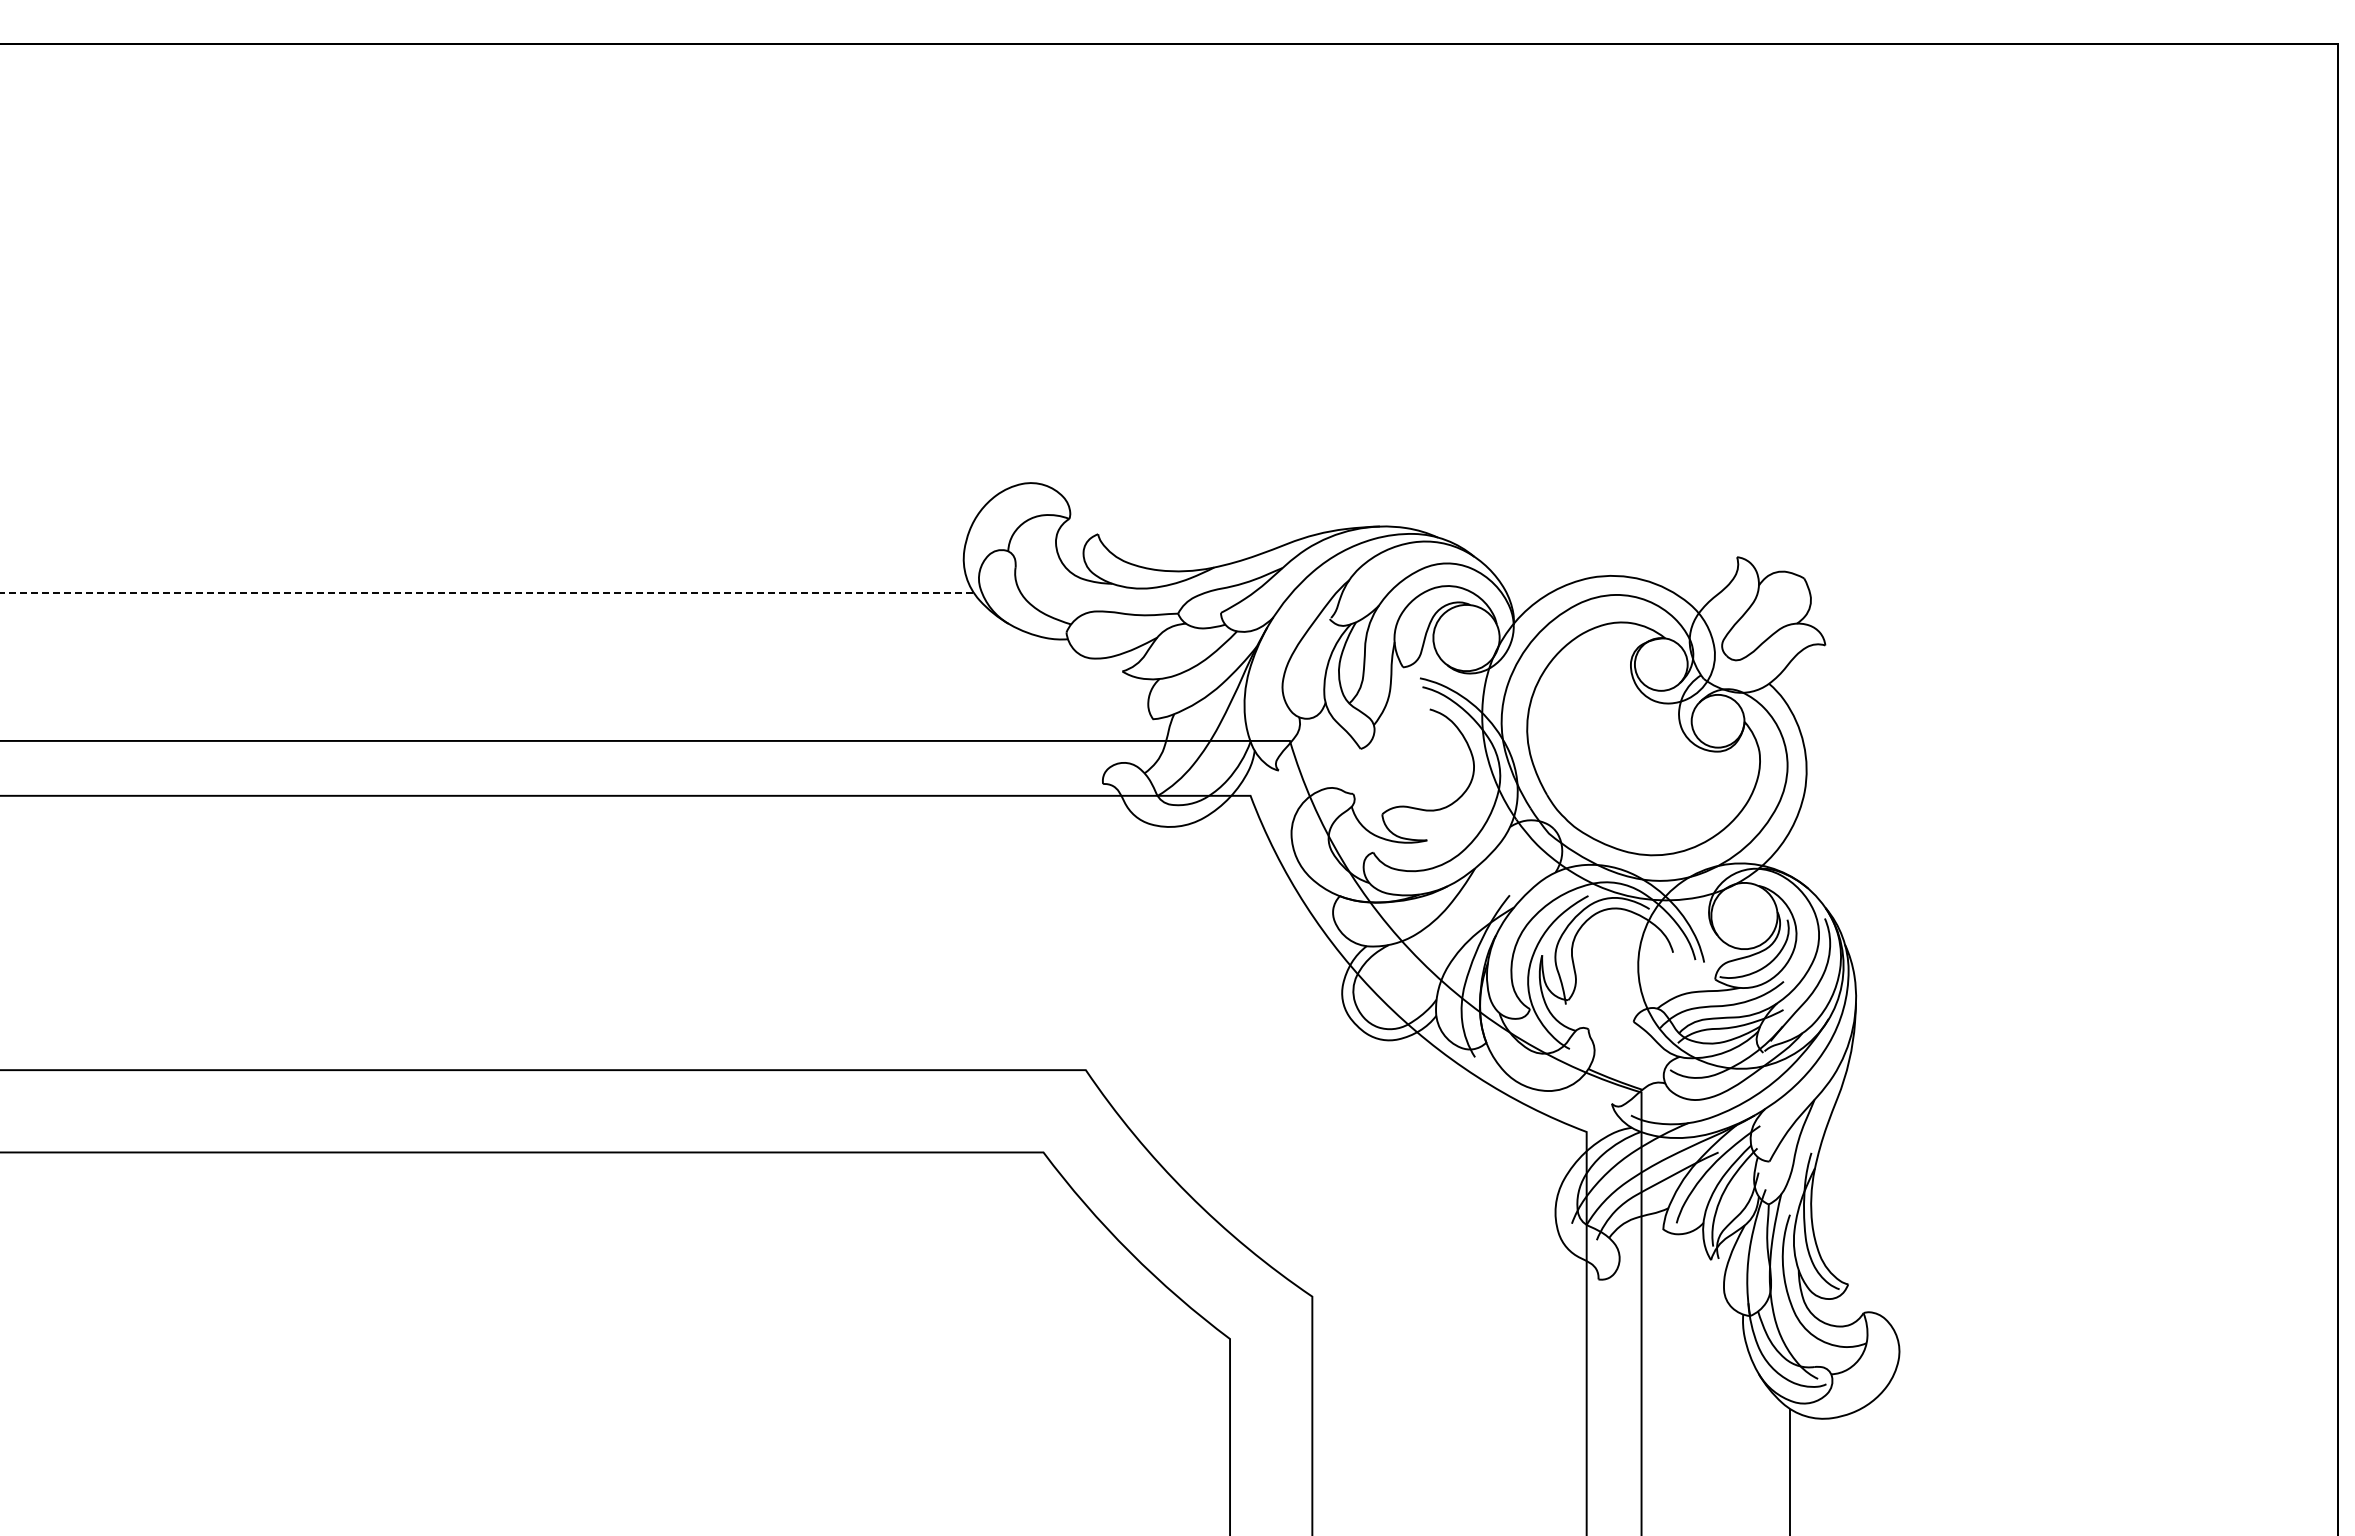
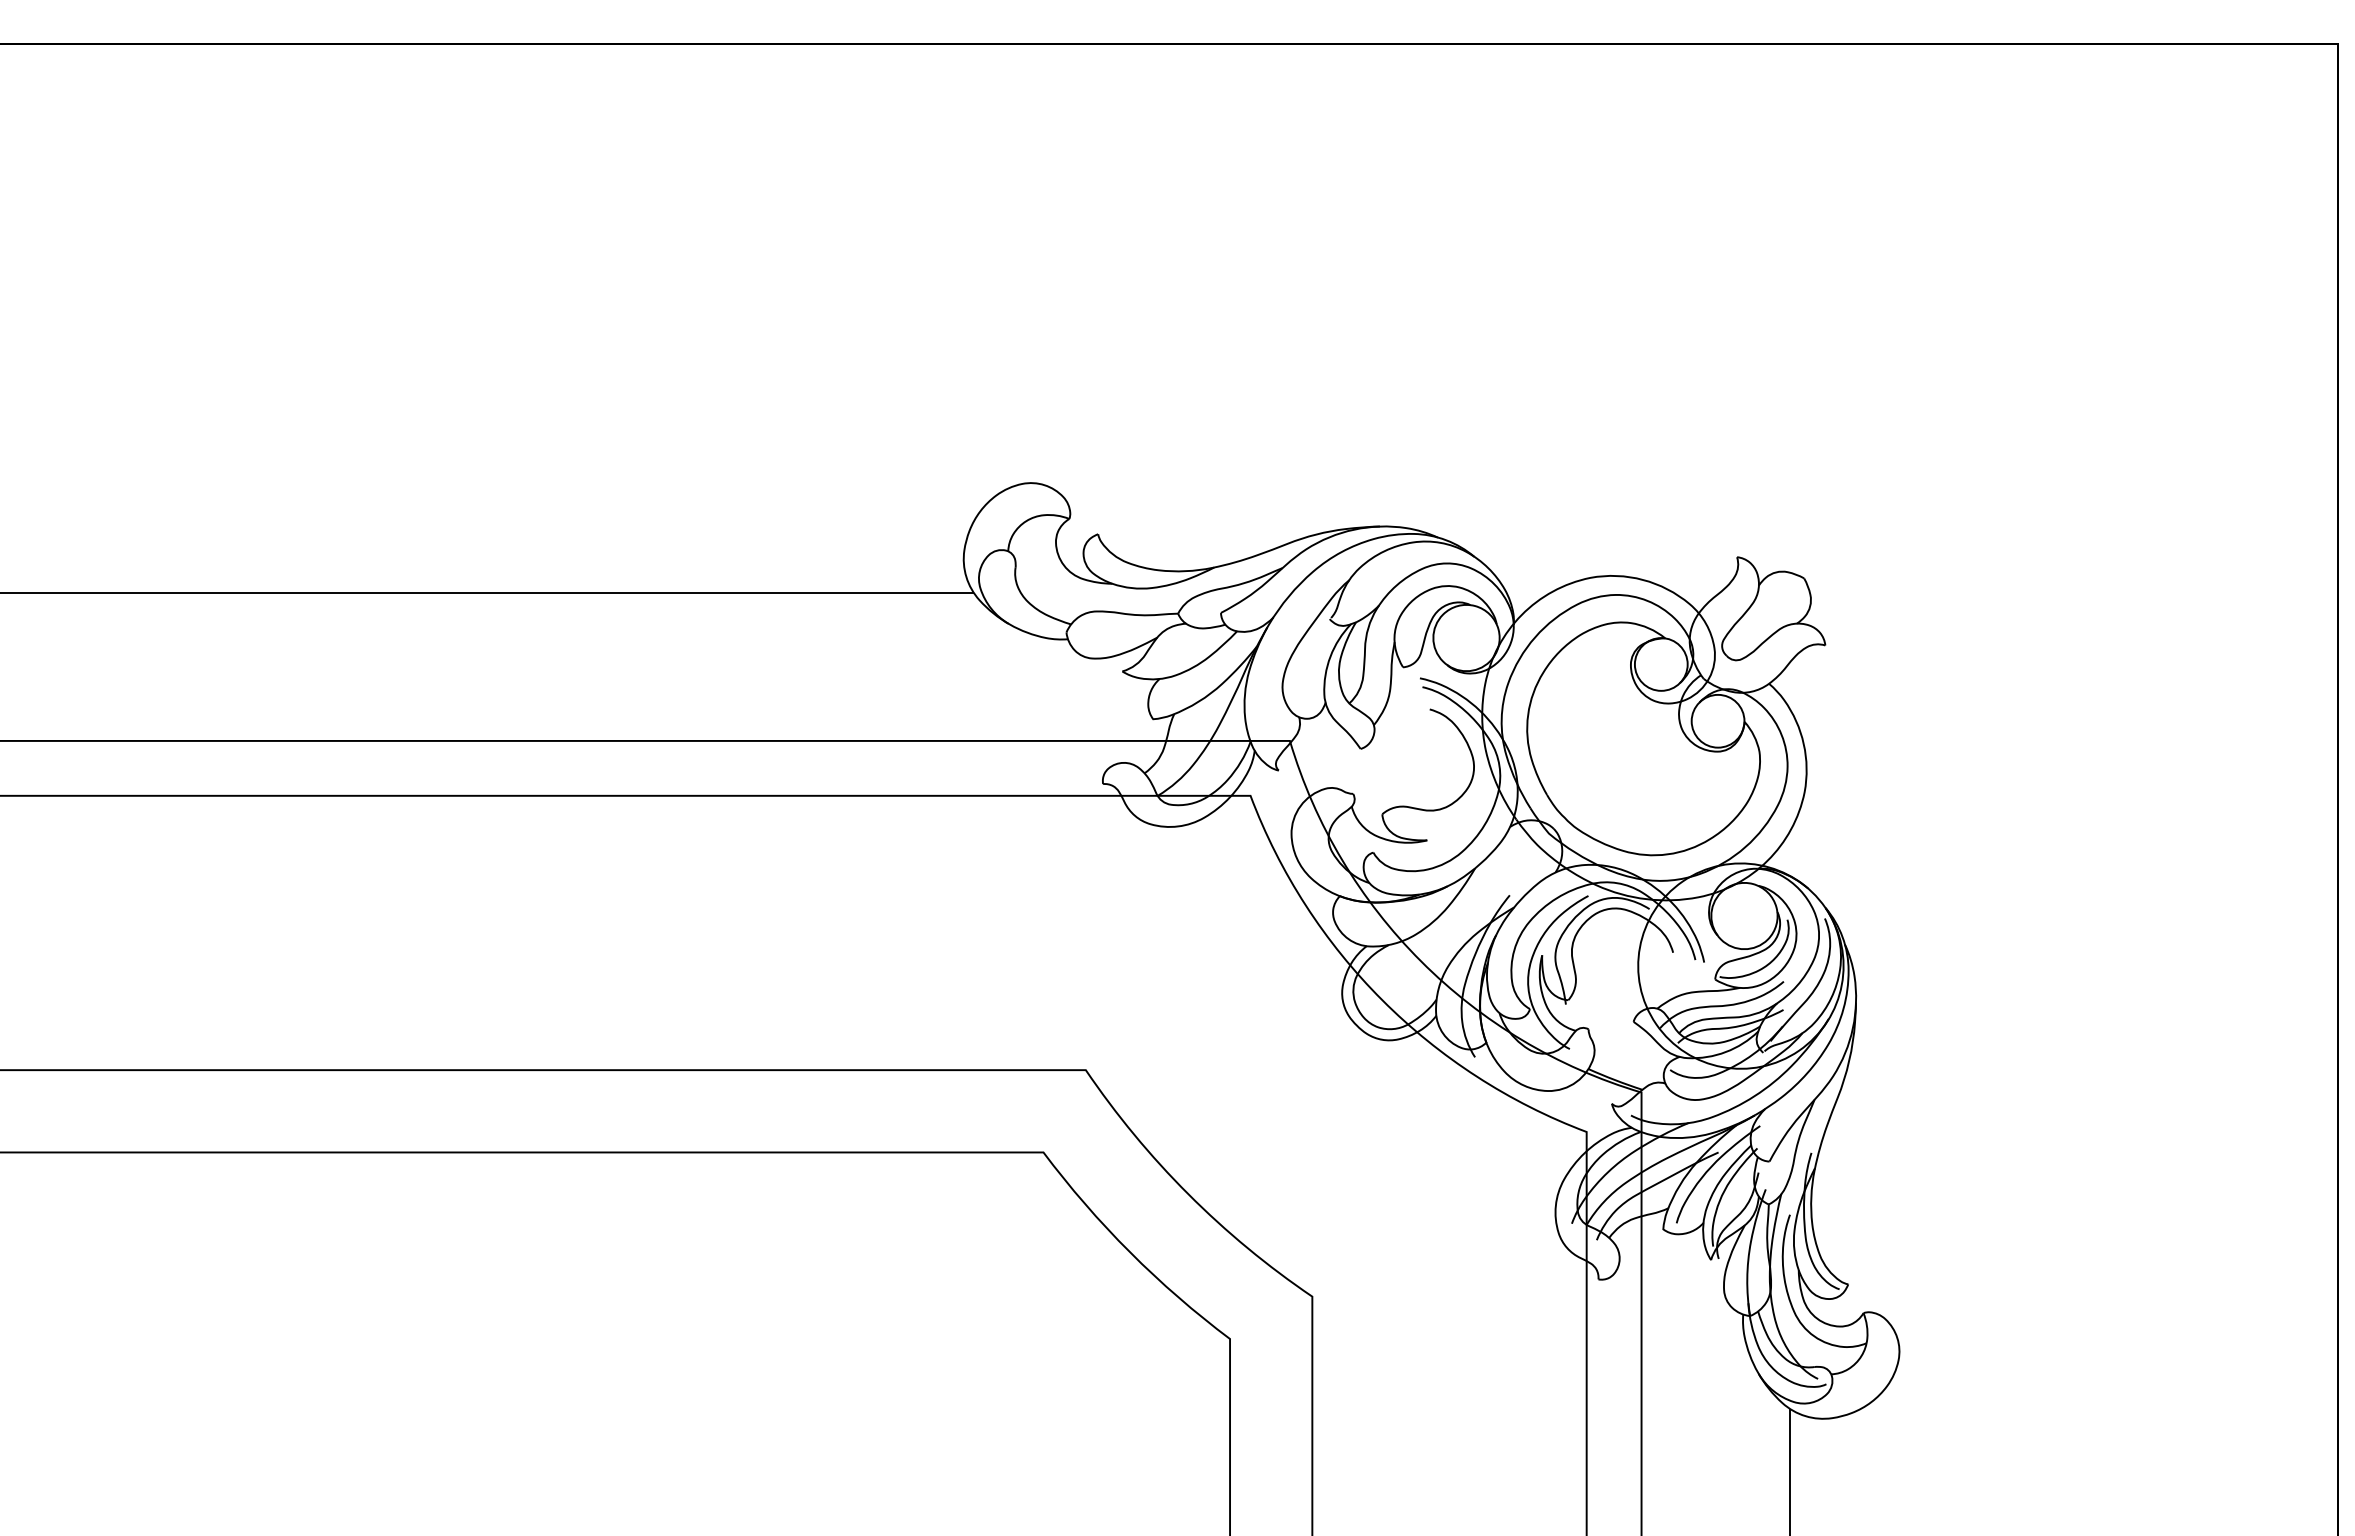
line at (487, 592): dashed -> solid
